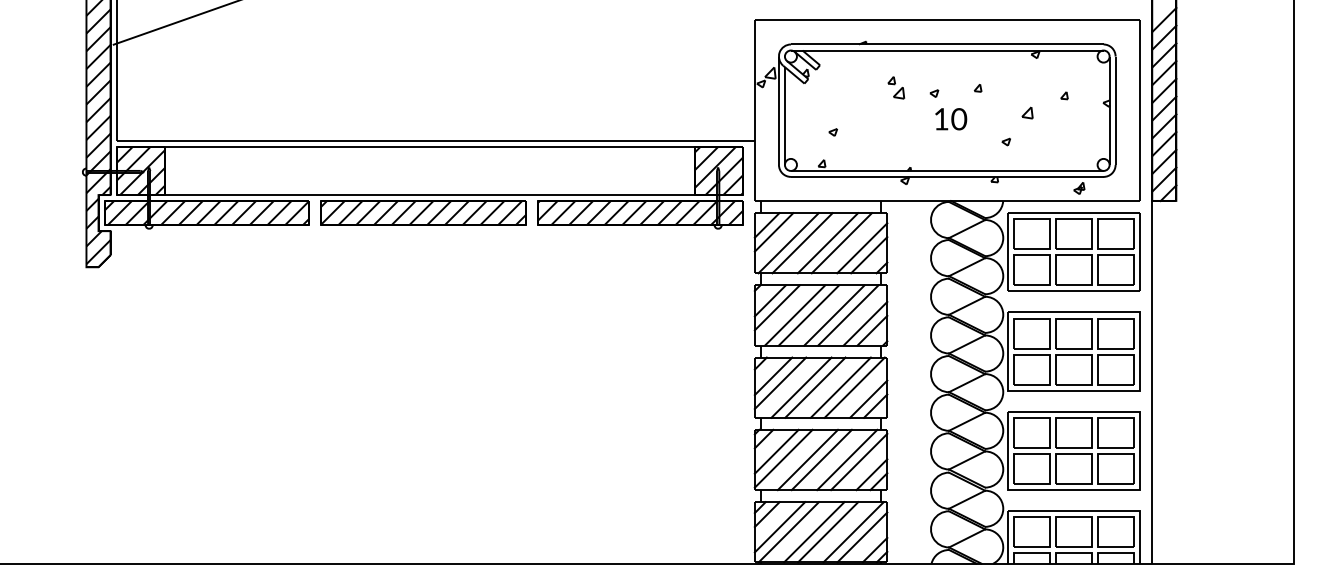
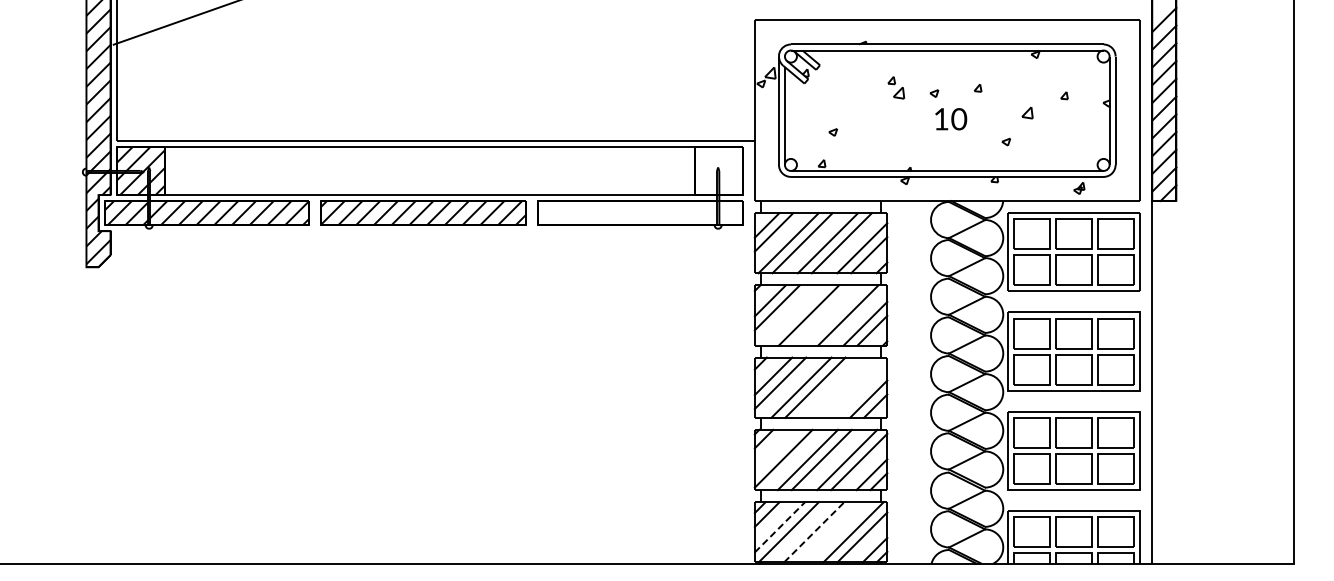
hatch at (718, 170): present -> none
hatch at (640, 213): present -> none
line at (795, 315): present -> none
line at (834, 315): present -> none
line at (840, 387): present -> none
line at (854, 387): present -> none
line at (776, 451): present -> none
line at (780, 527): solid -> dashed
line at (814, 532): solid -> dashed
line at (828, 532): present -> none
